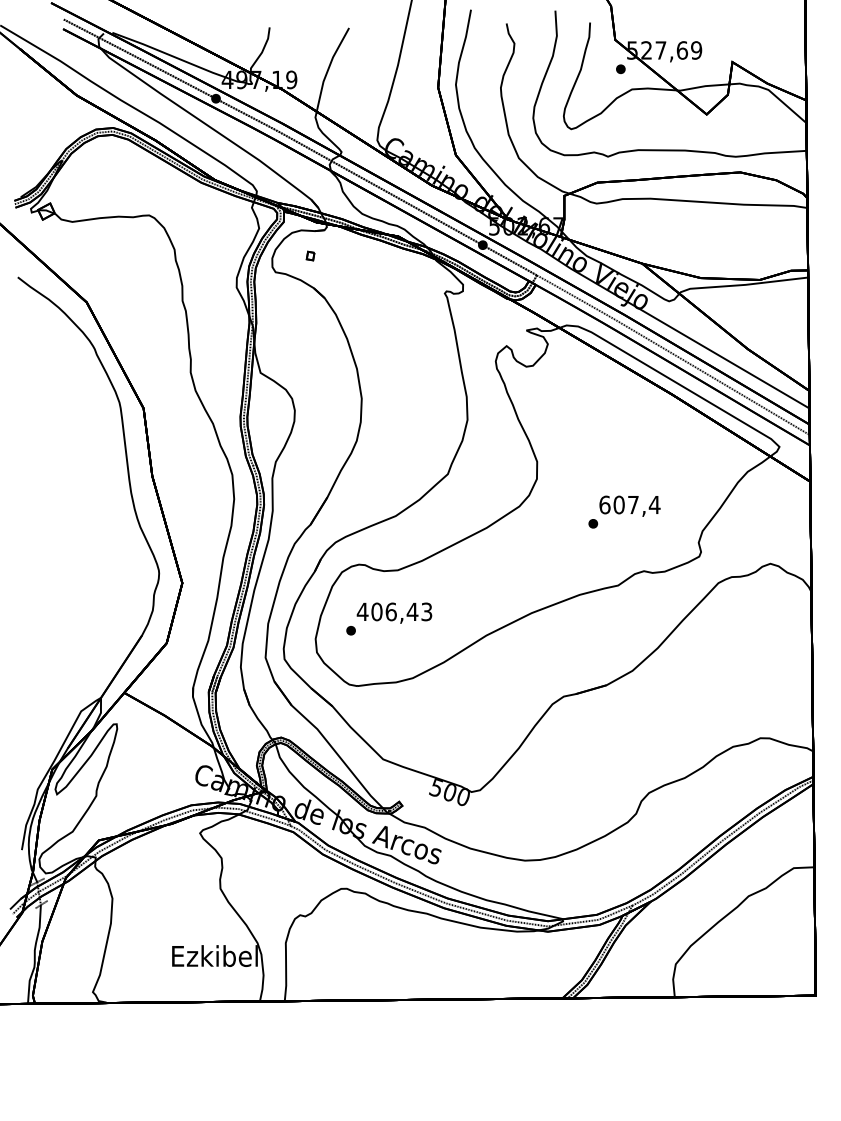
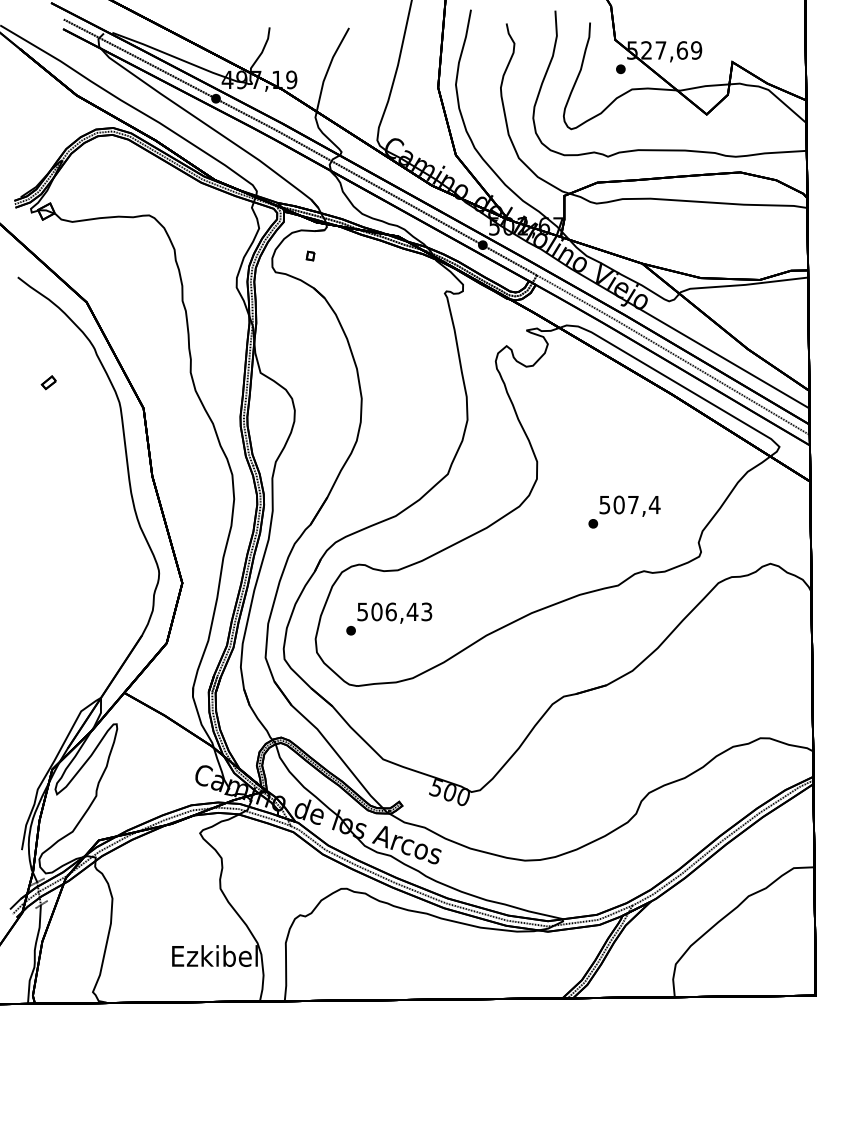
part at (48, 382): none -> present
text at (604, 504): 607,4 -> 507,4
text at (362, 611): 406,43 -> 506,43
